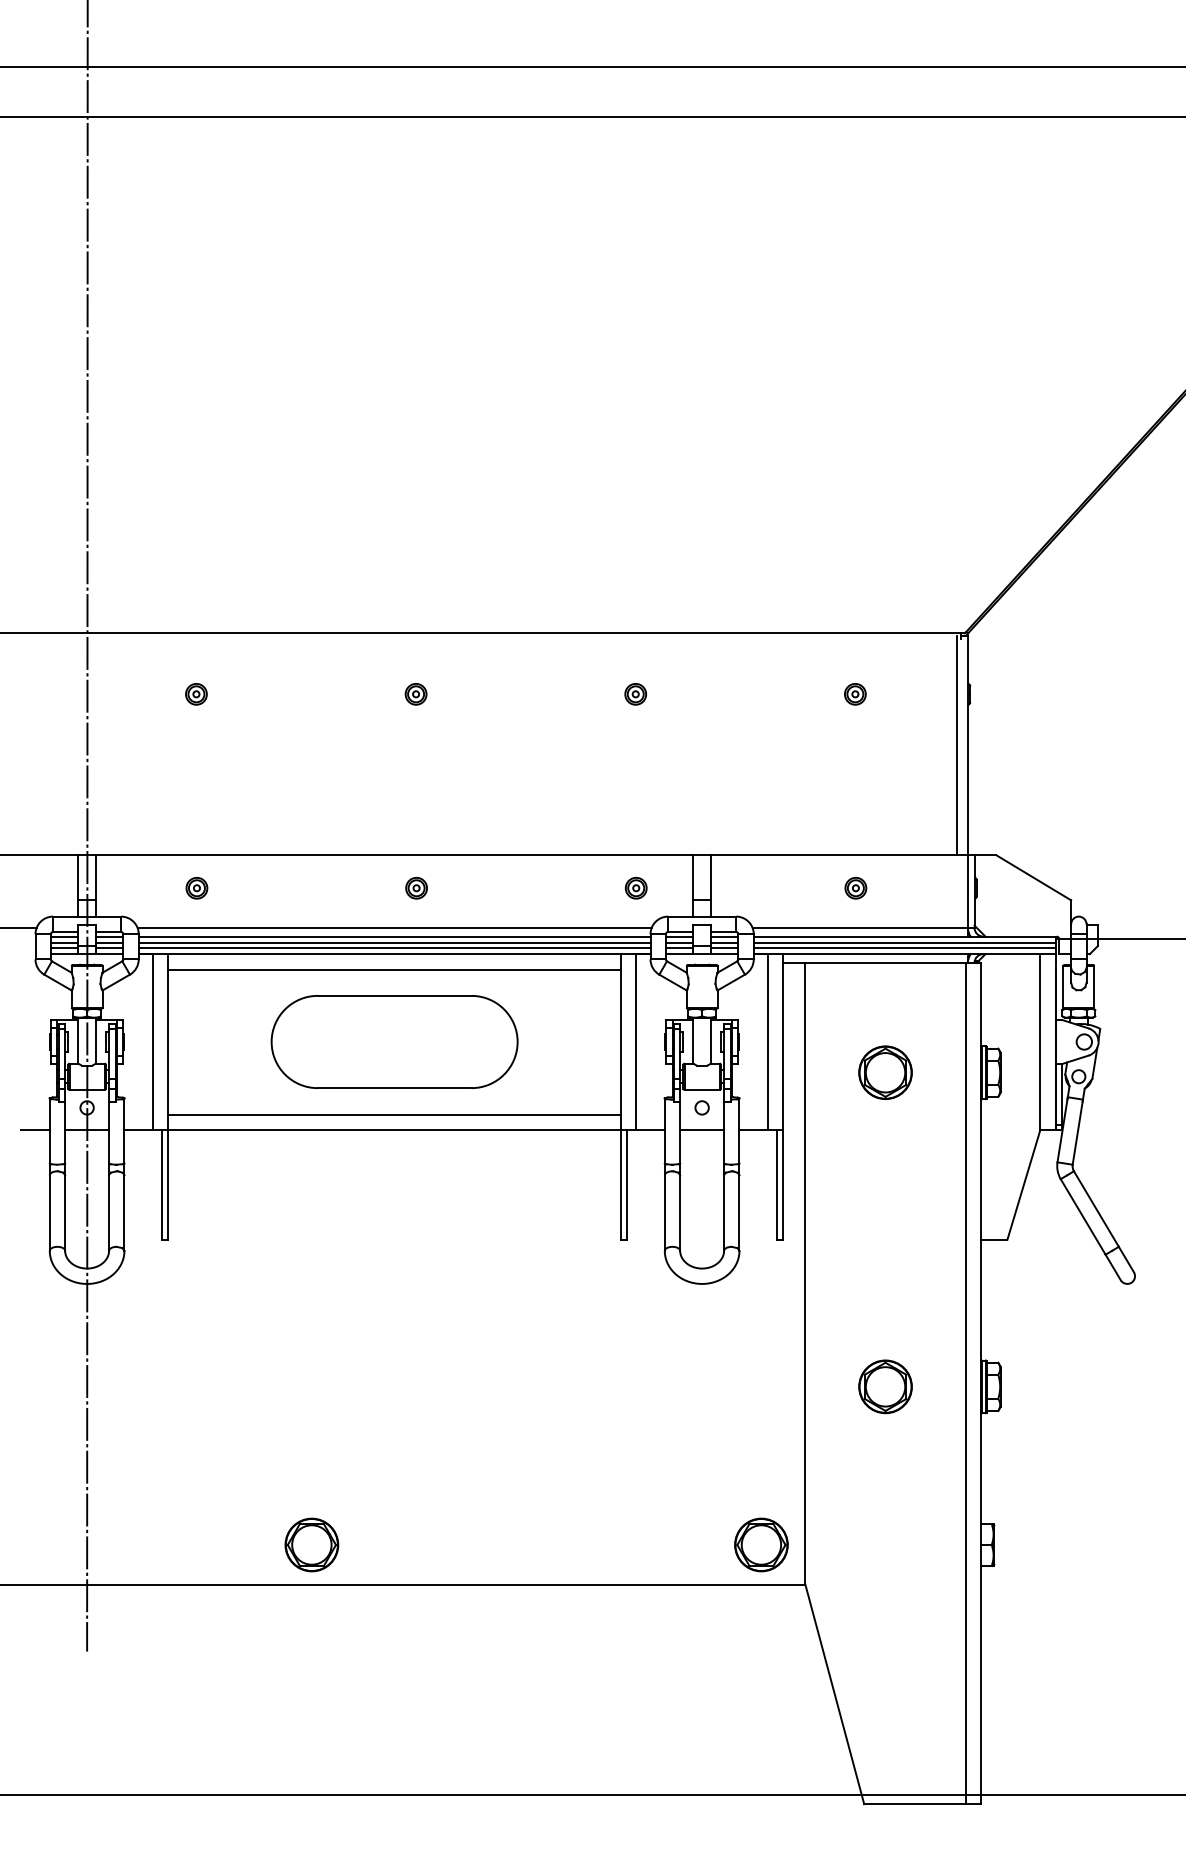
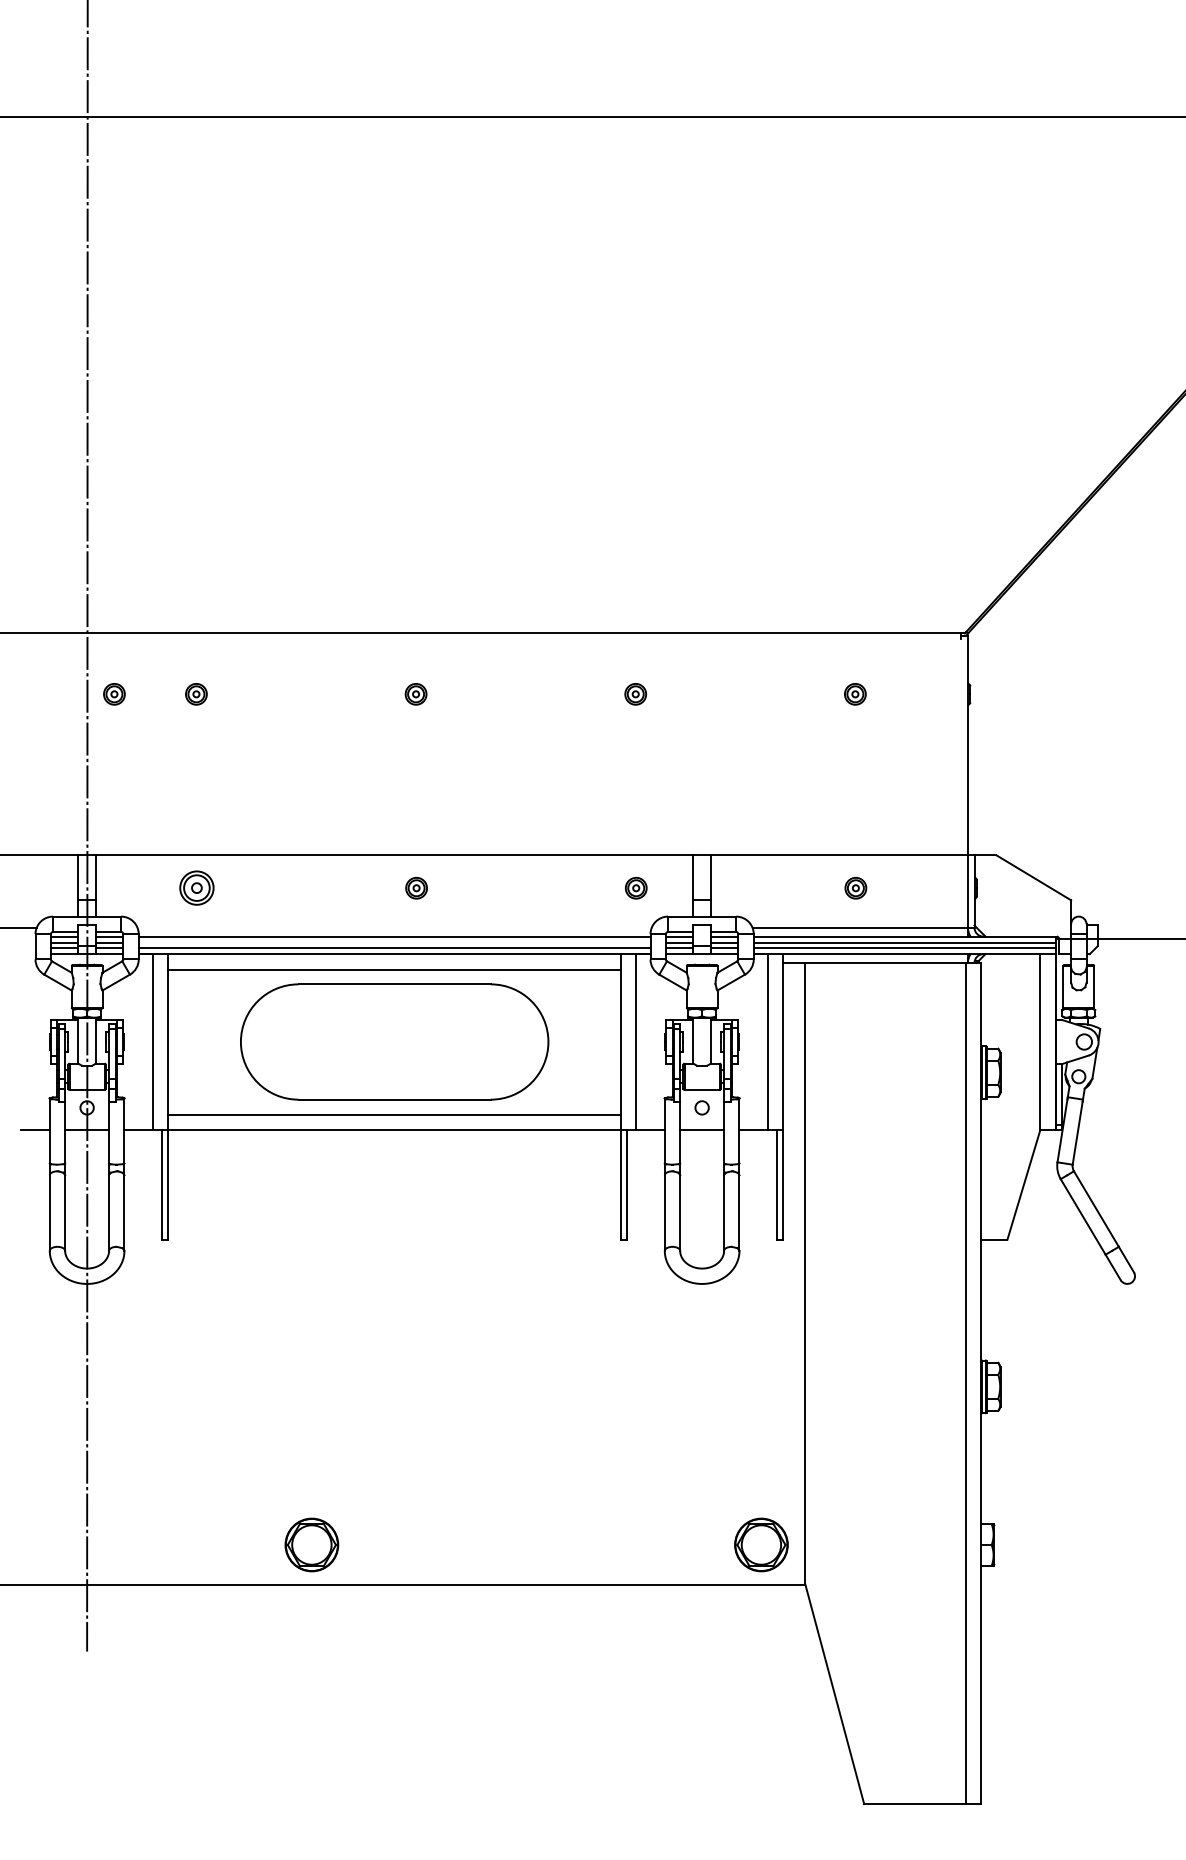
line at (592, 66): present -> none
part at (114, 694): none -> present
line at (956, 745): present -> none
part at (196, 888) size: 24x23 px -> 36x36 px
line at (394, 927): present -> none
line at (394, 943): present -> none
part at (394, 1041) size: 249x94 px -> 310x118 px
part at (885, 1072): present -> none
part at (885, 1386): present -> none
line at (592, 1795): present -> none
